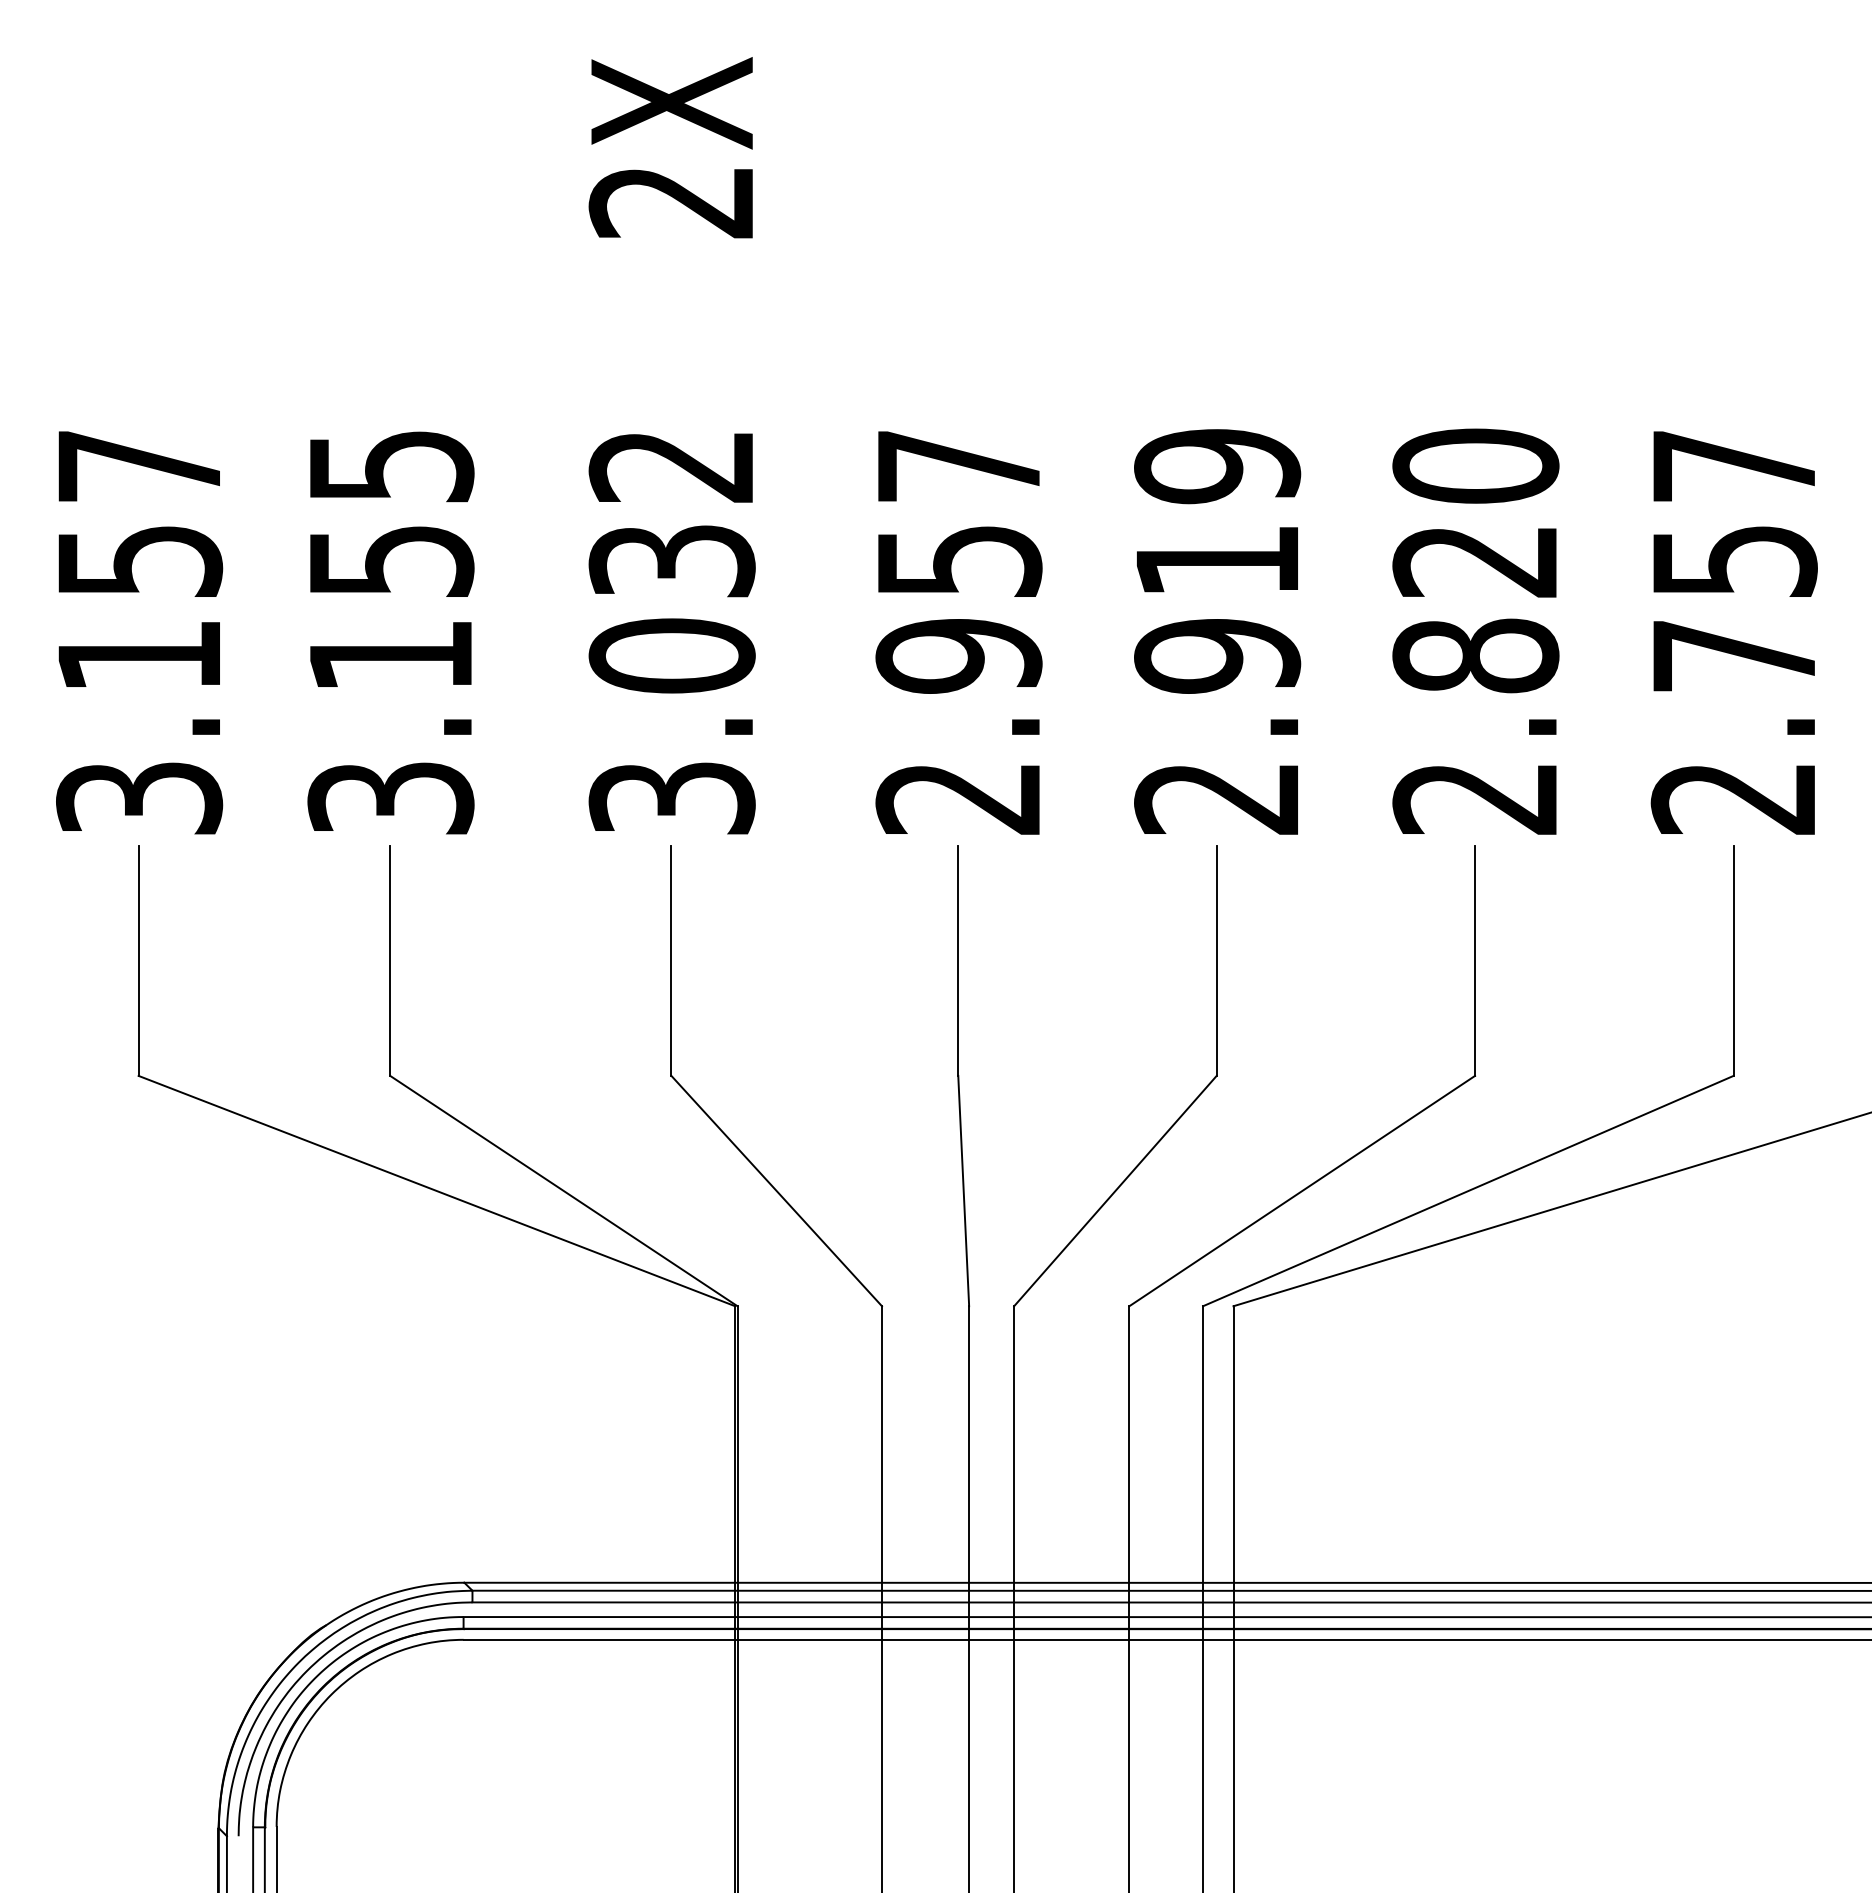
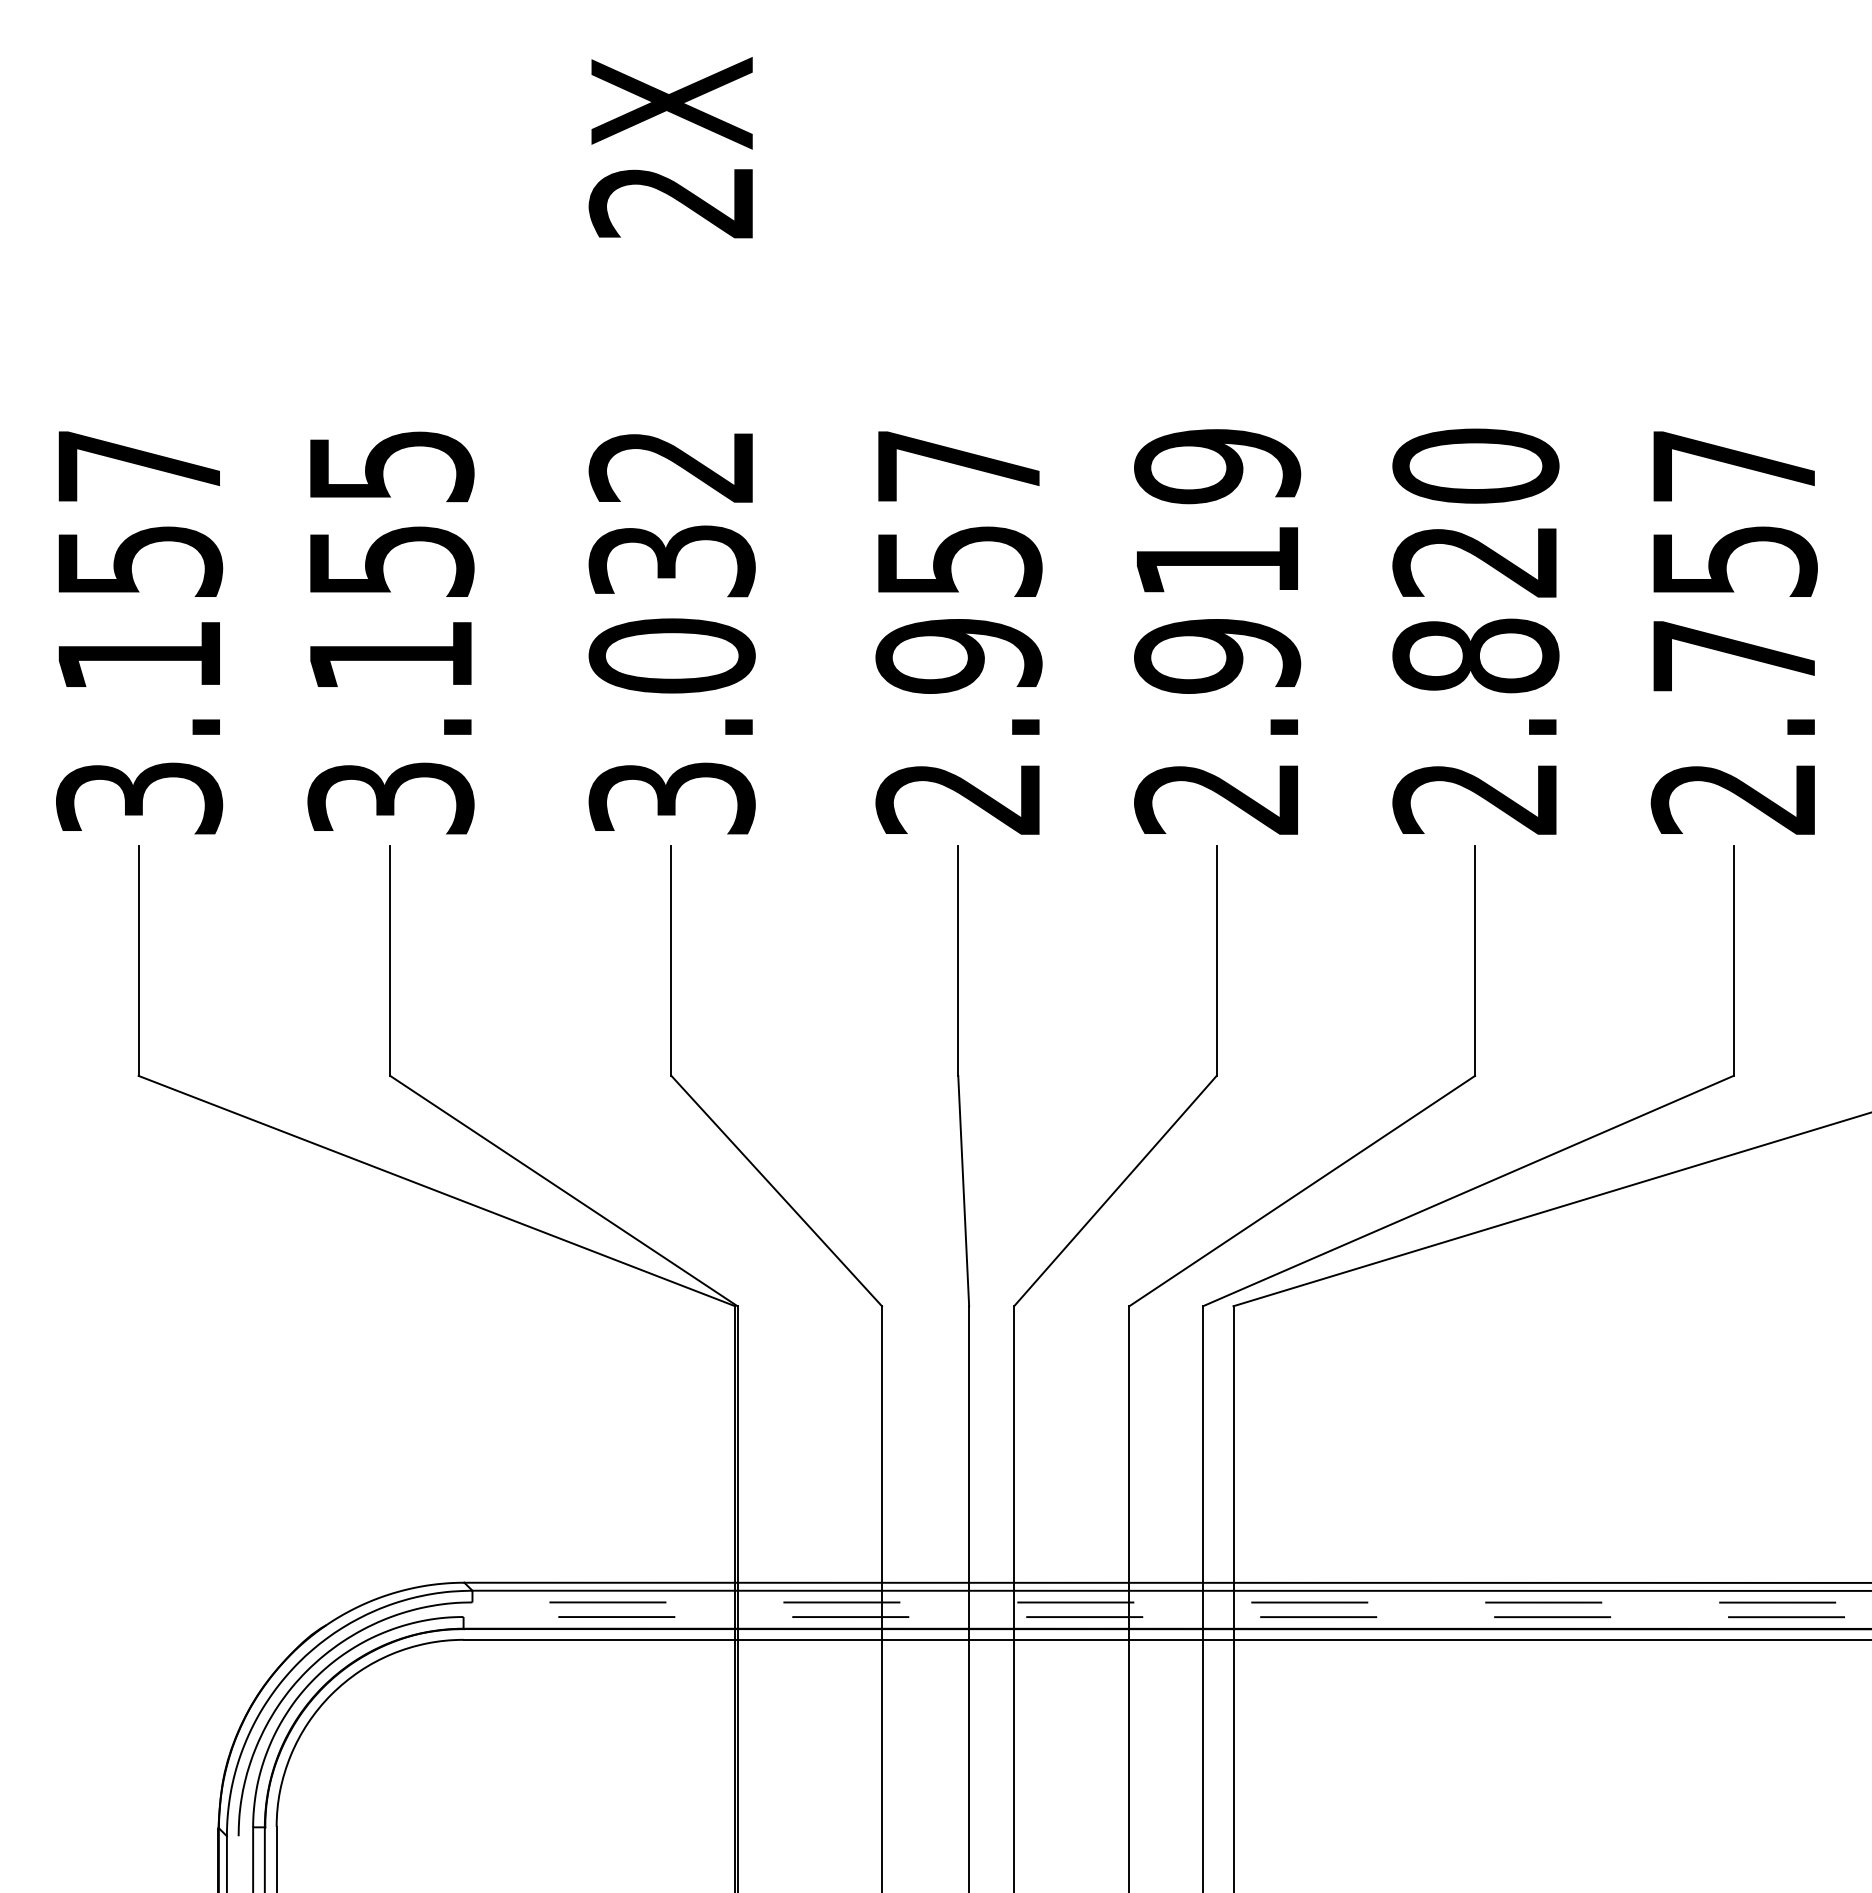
line at (1171, 1602): solid -> dashed
line at (1167, 1617): solid -> dashed
